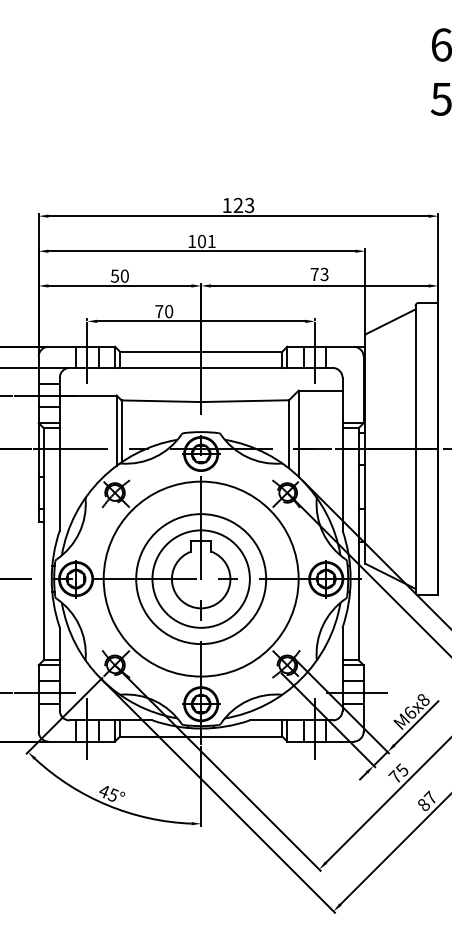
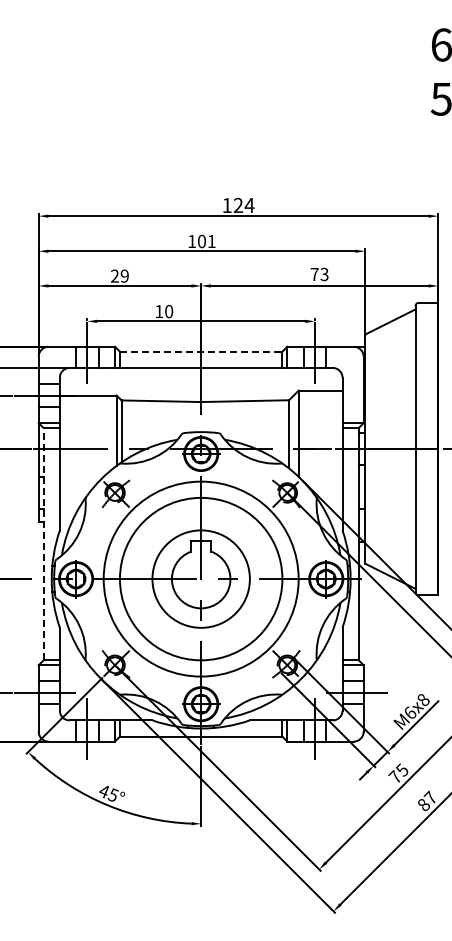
text at (249, 205): 123 -> 124
text at (119, 275): 50 -> 29
text at (159, 311): 70 -> 10
line at (201, 351): solid -> dashed
line at (43, 543): solid -> dashed
circle at (201, 579) diameter: 130 px -> 162 px
